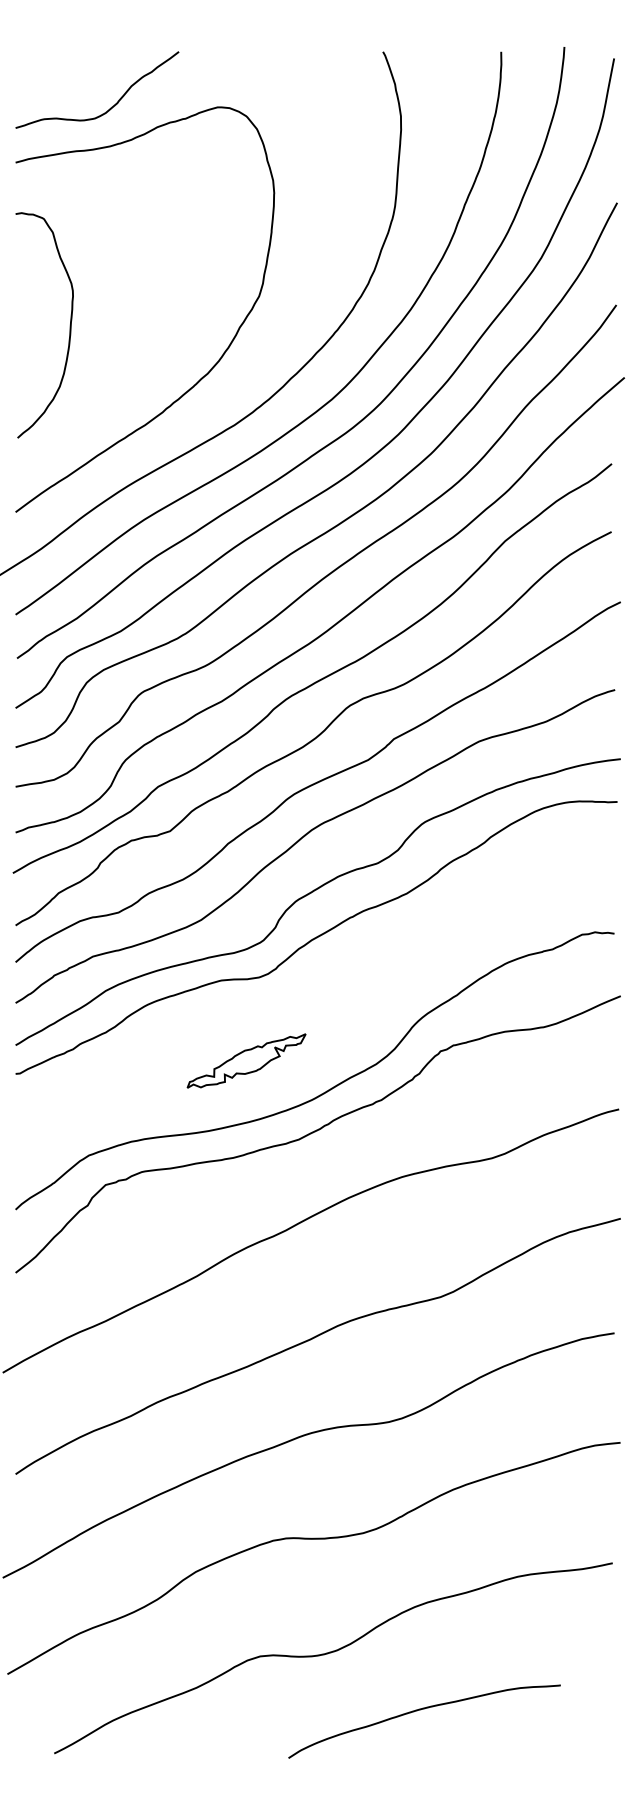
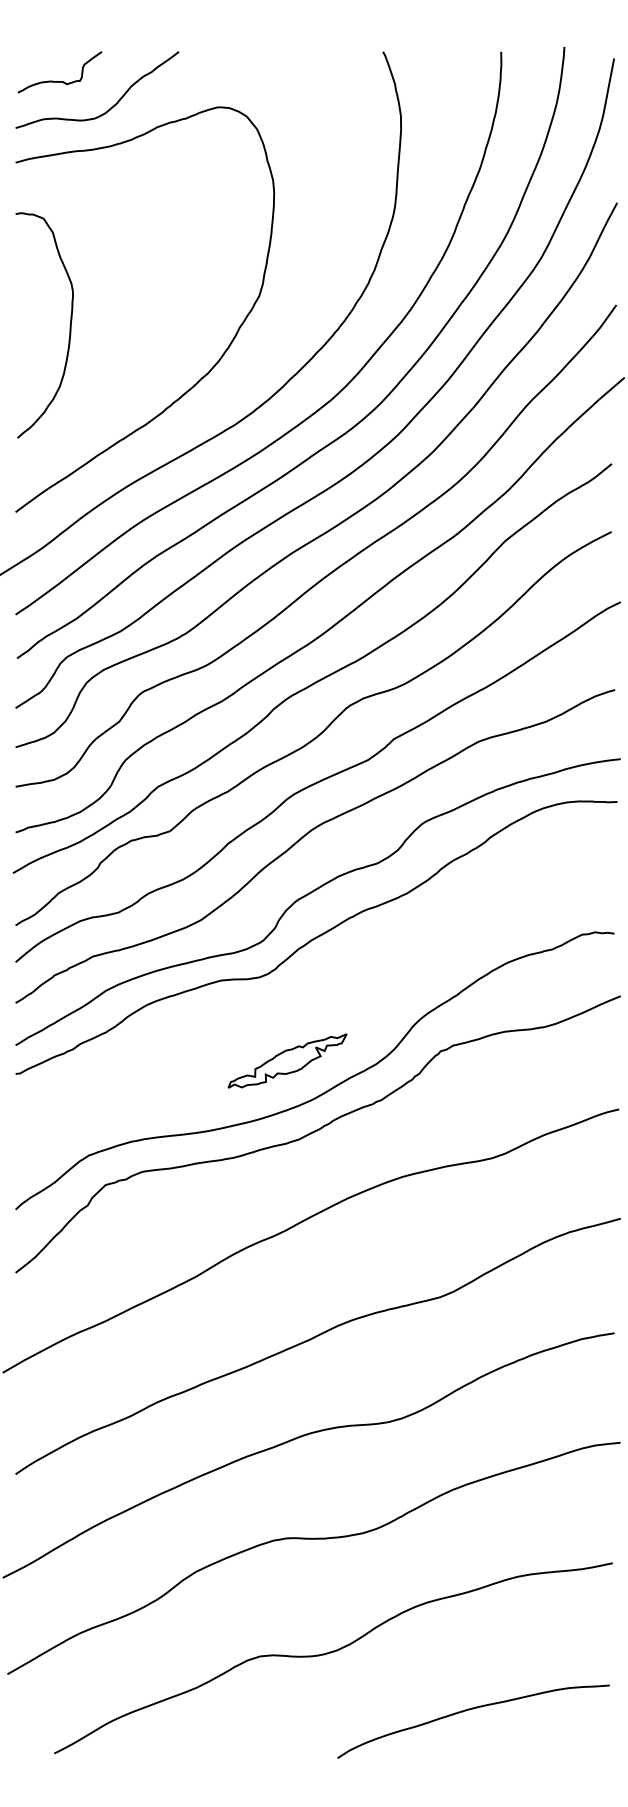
curve at (59, 81): none -> present
part at (246, 1060) position: (246, 1060) -> (287, 1060)
curve at (420, 1710) position: (420, 1710) -> (469, 1710)
